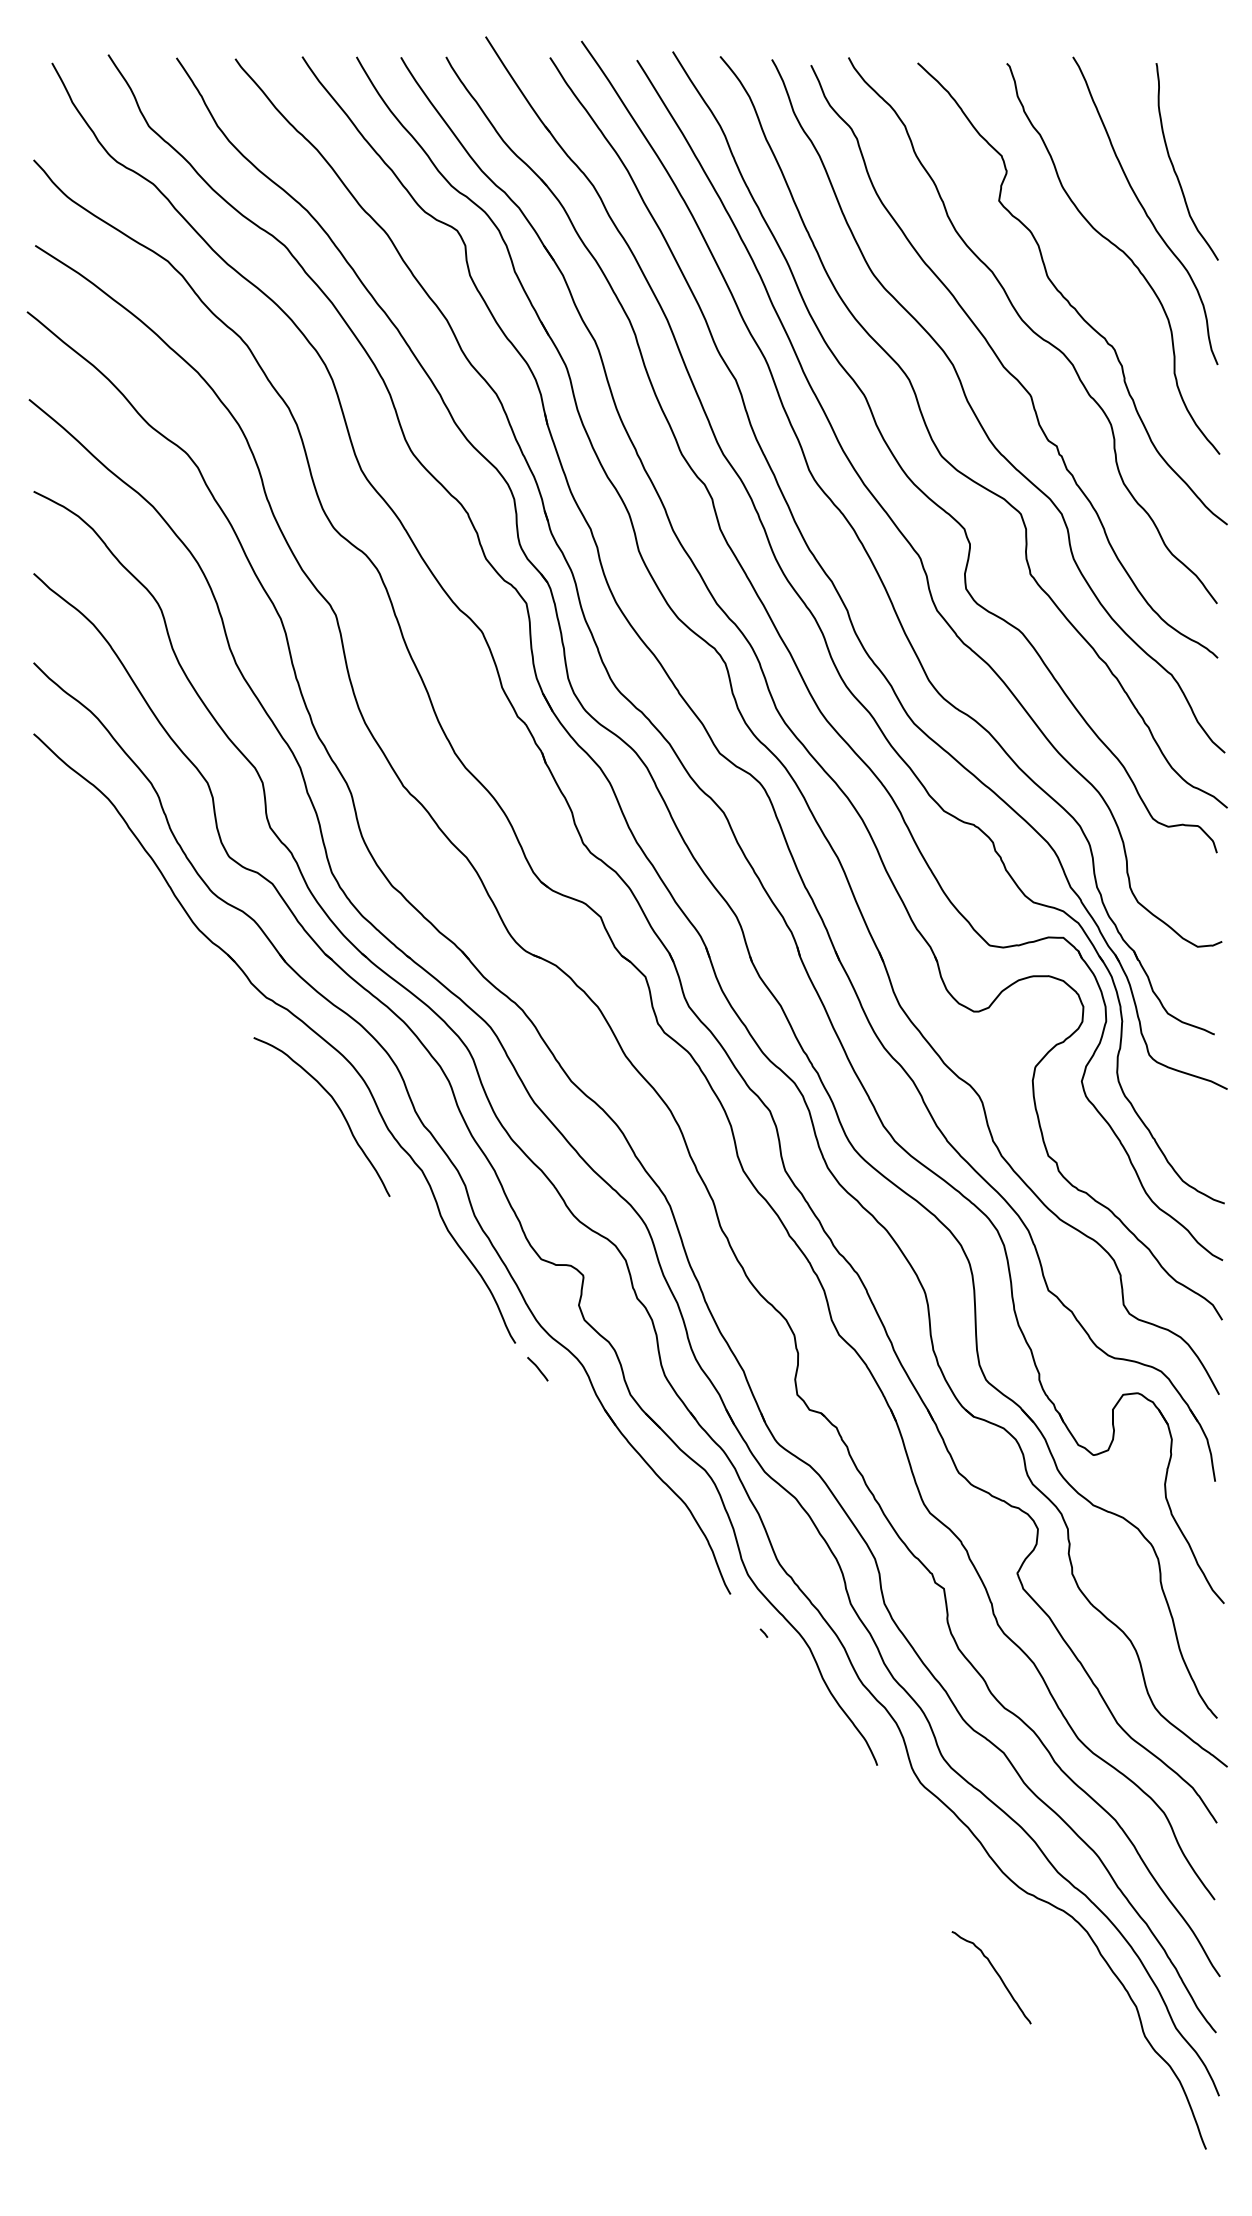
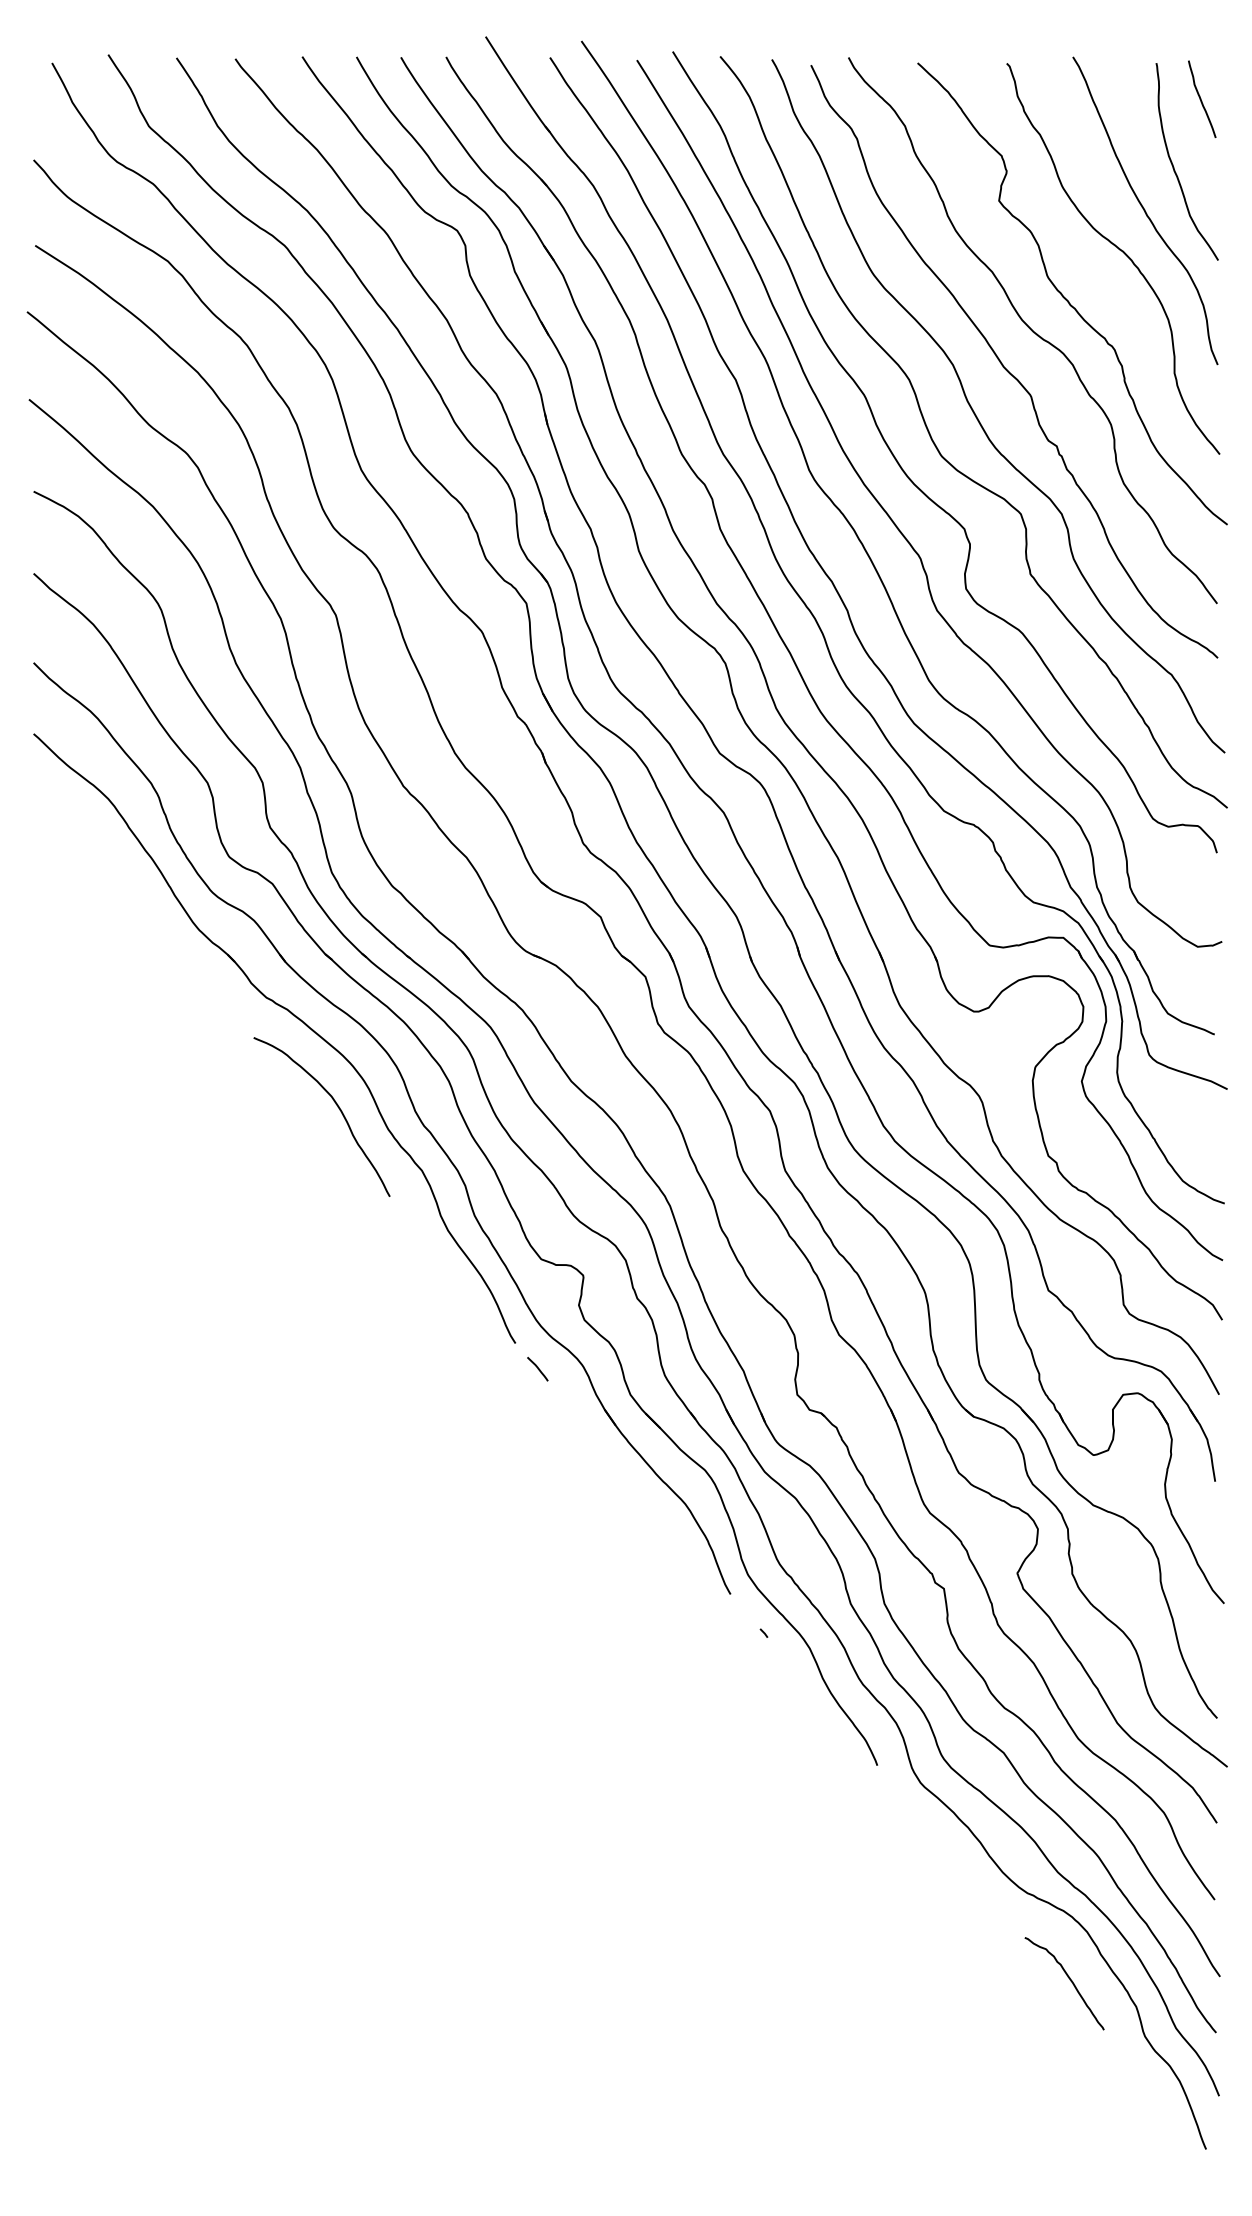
curve at (1201, 99): none -> present
curve at (997, 1975) position: (997, 1975) -> (1070, 1981)
